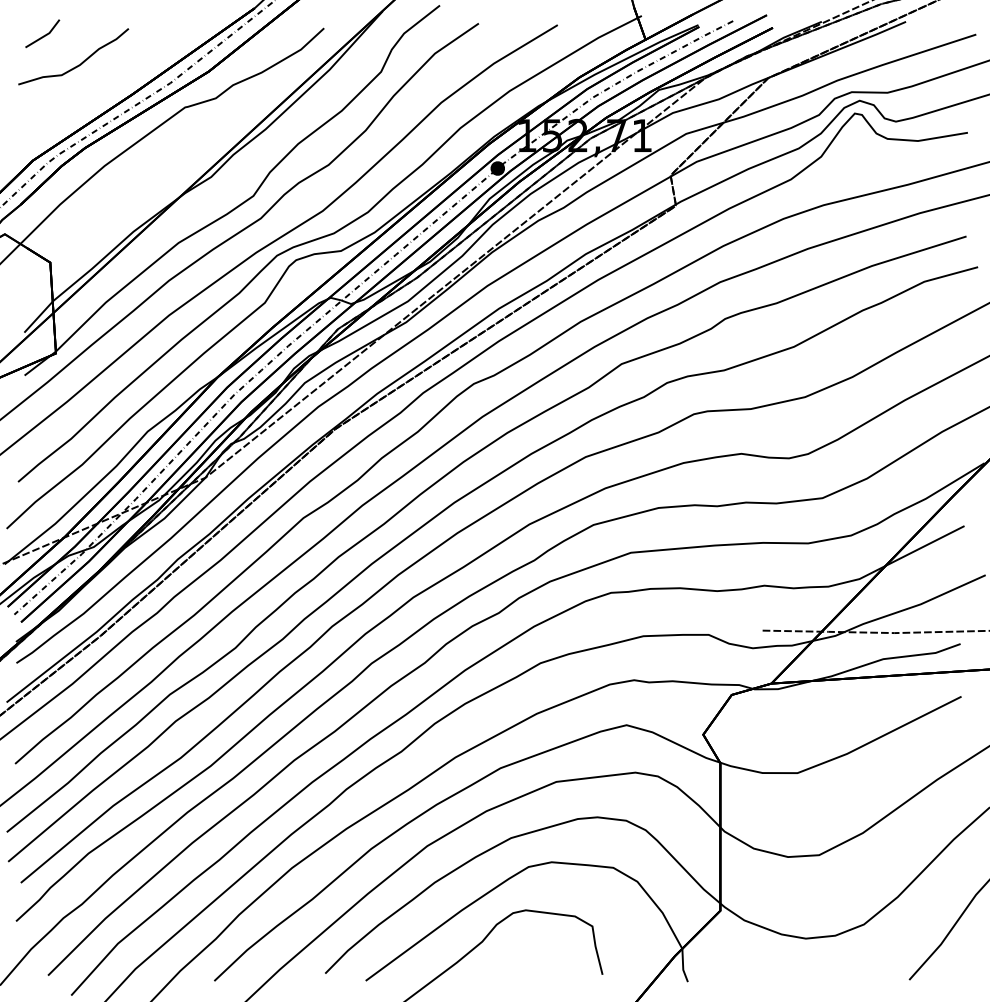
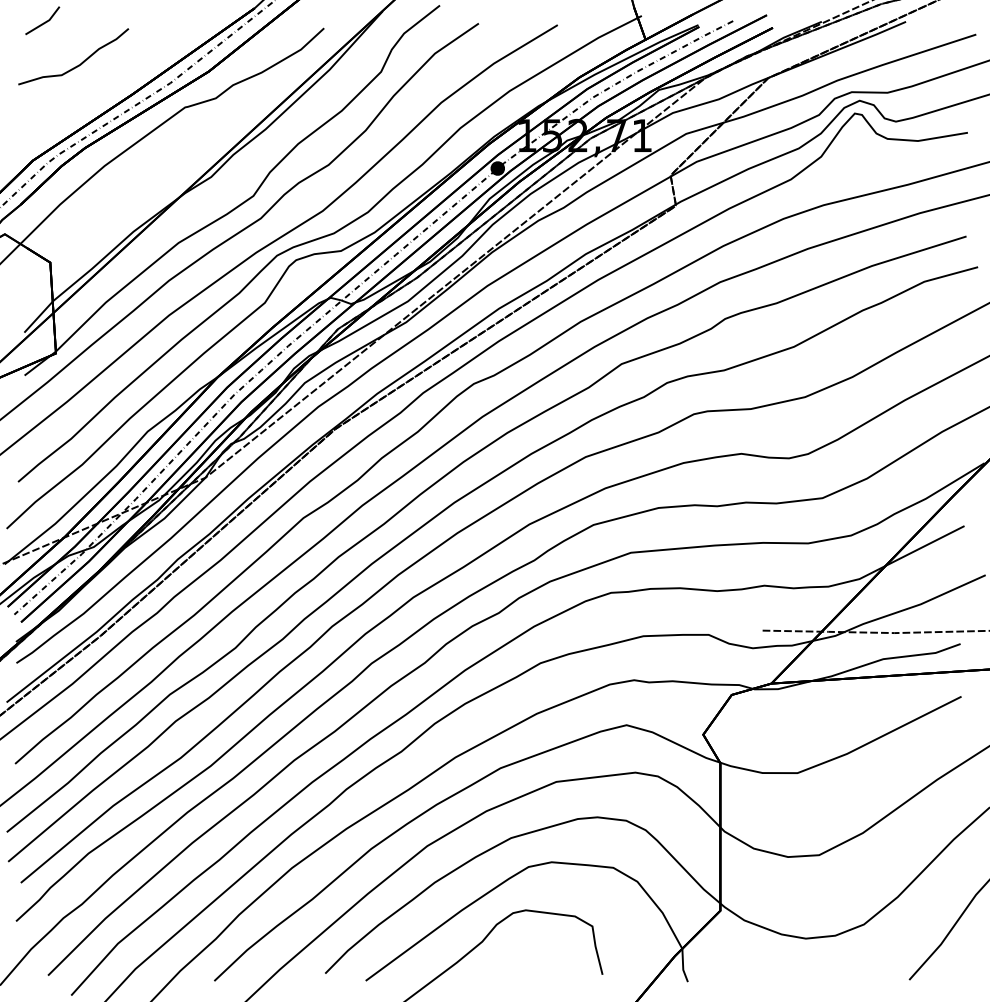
line at (43, 35) position: (43, 35) -> (43, 22)
